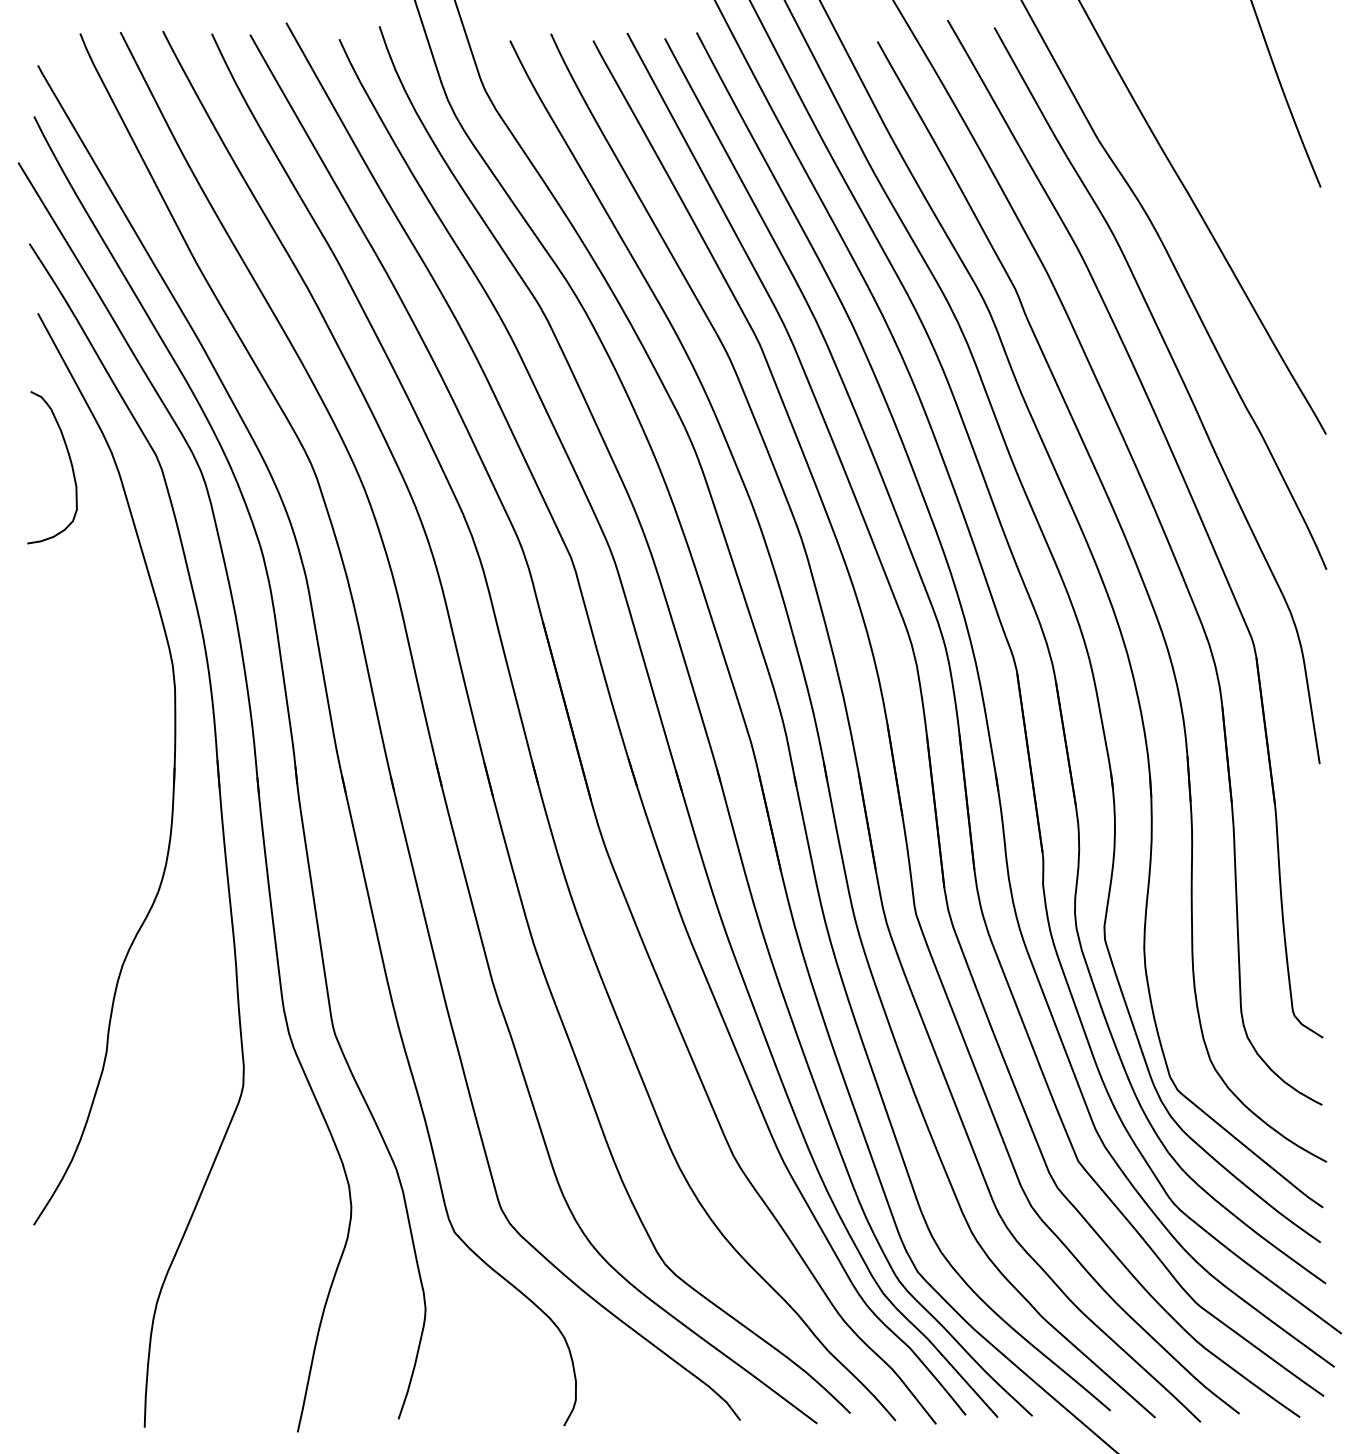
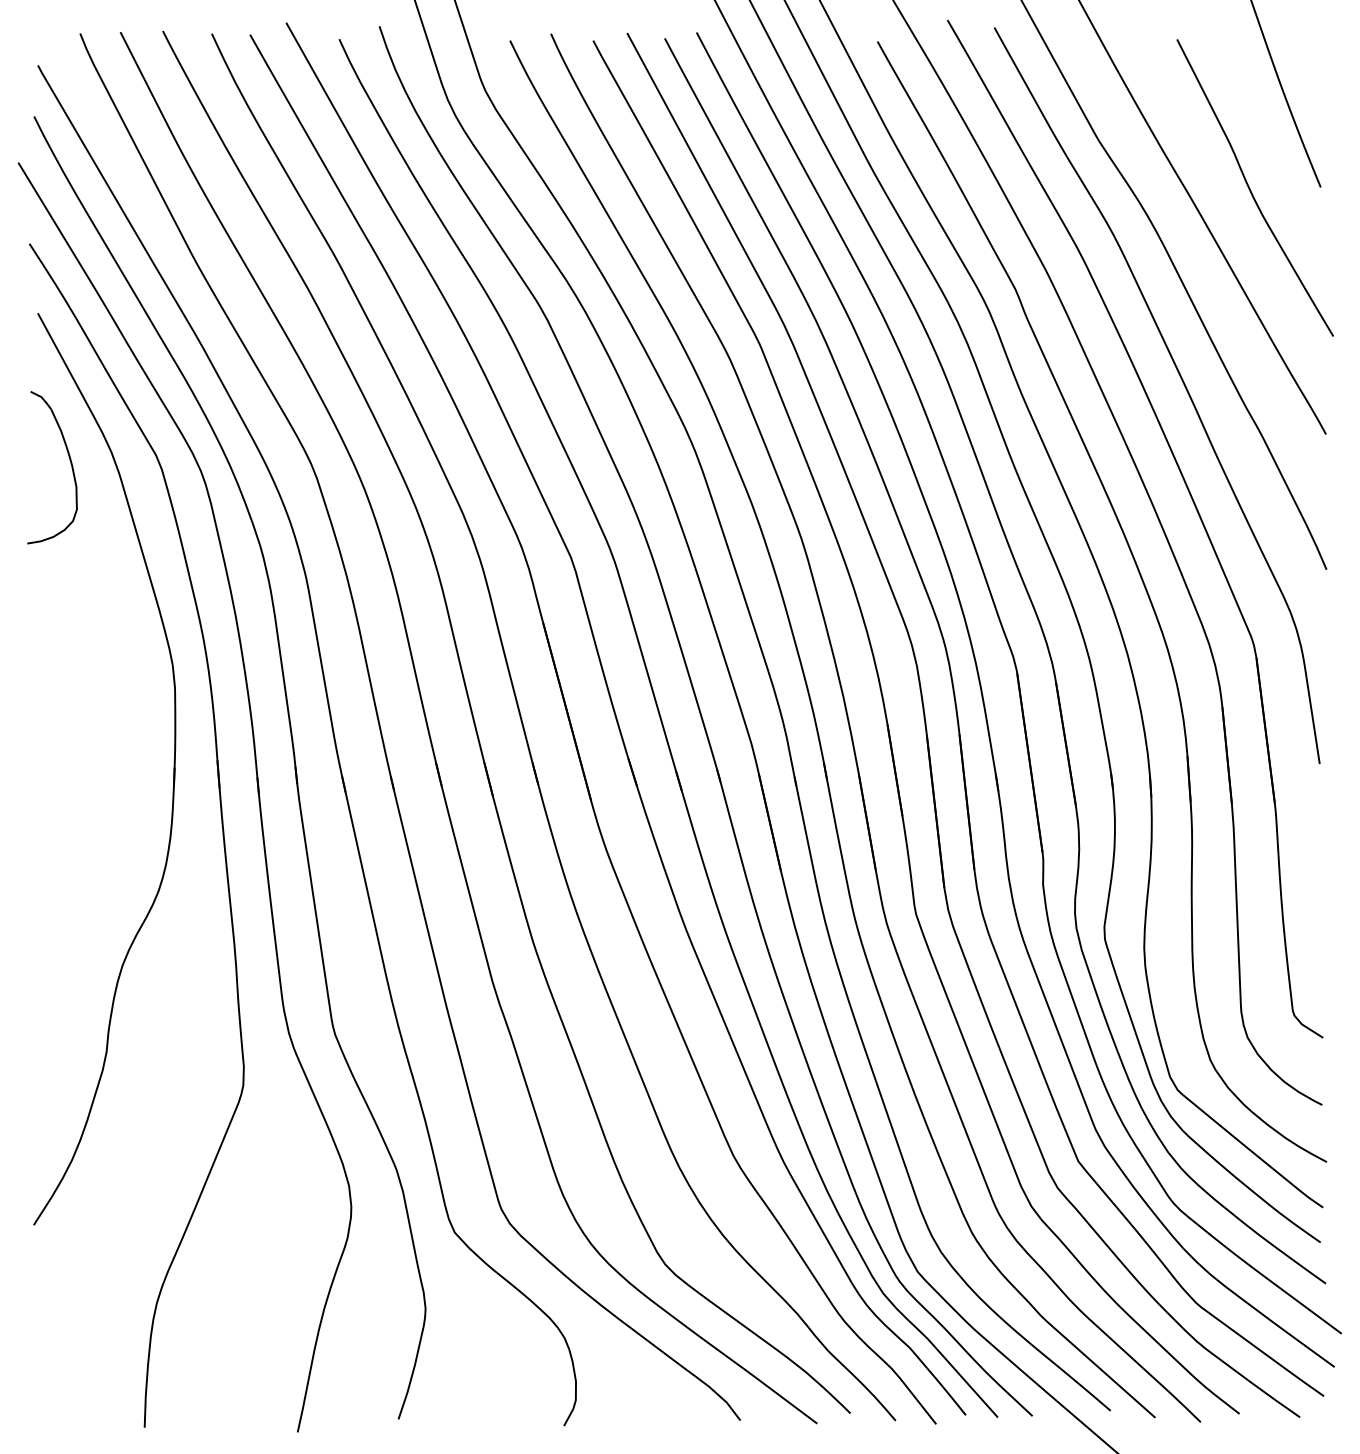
curve at (1250, 188): none -> present
